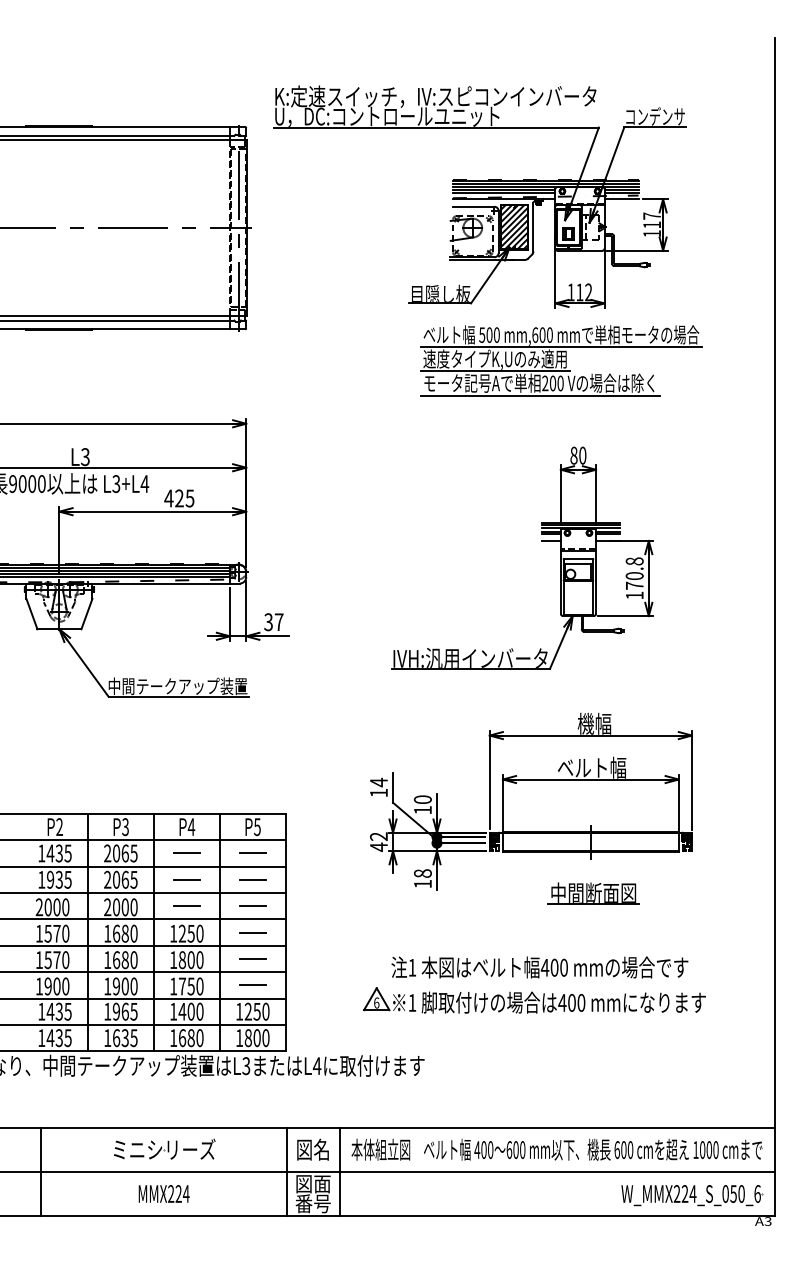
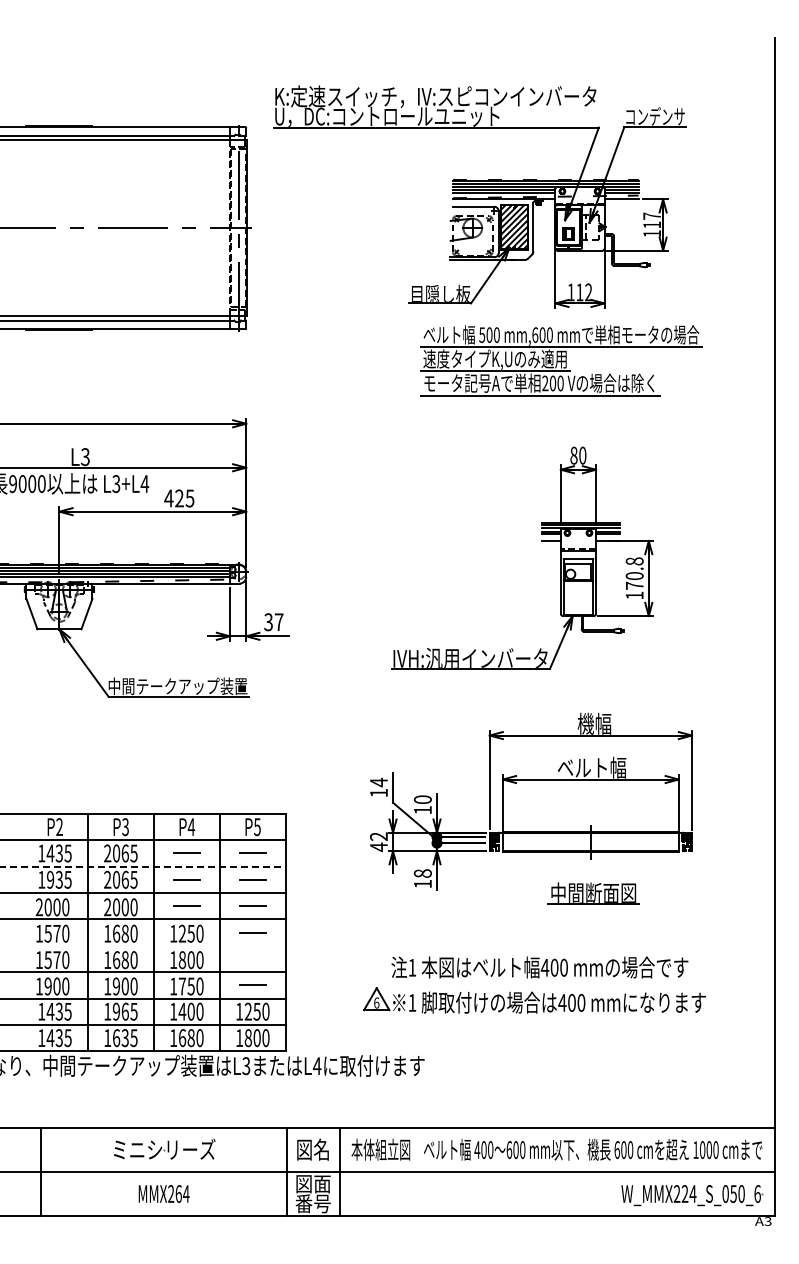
line at (142, 866): solid -> dashed
line at (143, 945): present -> none
line at (252, 958): present -> none
text at (178, 1193): MMX224 -> MMX264
